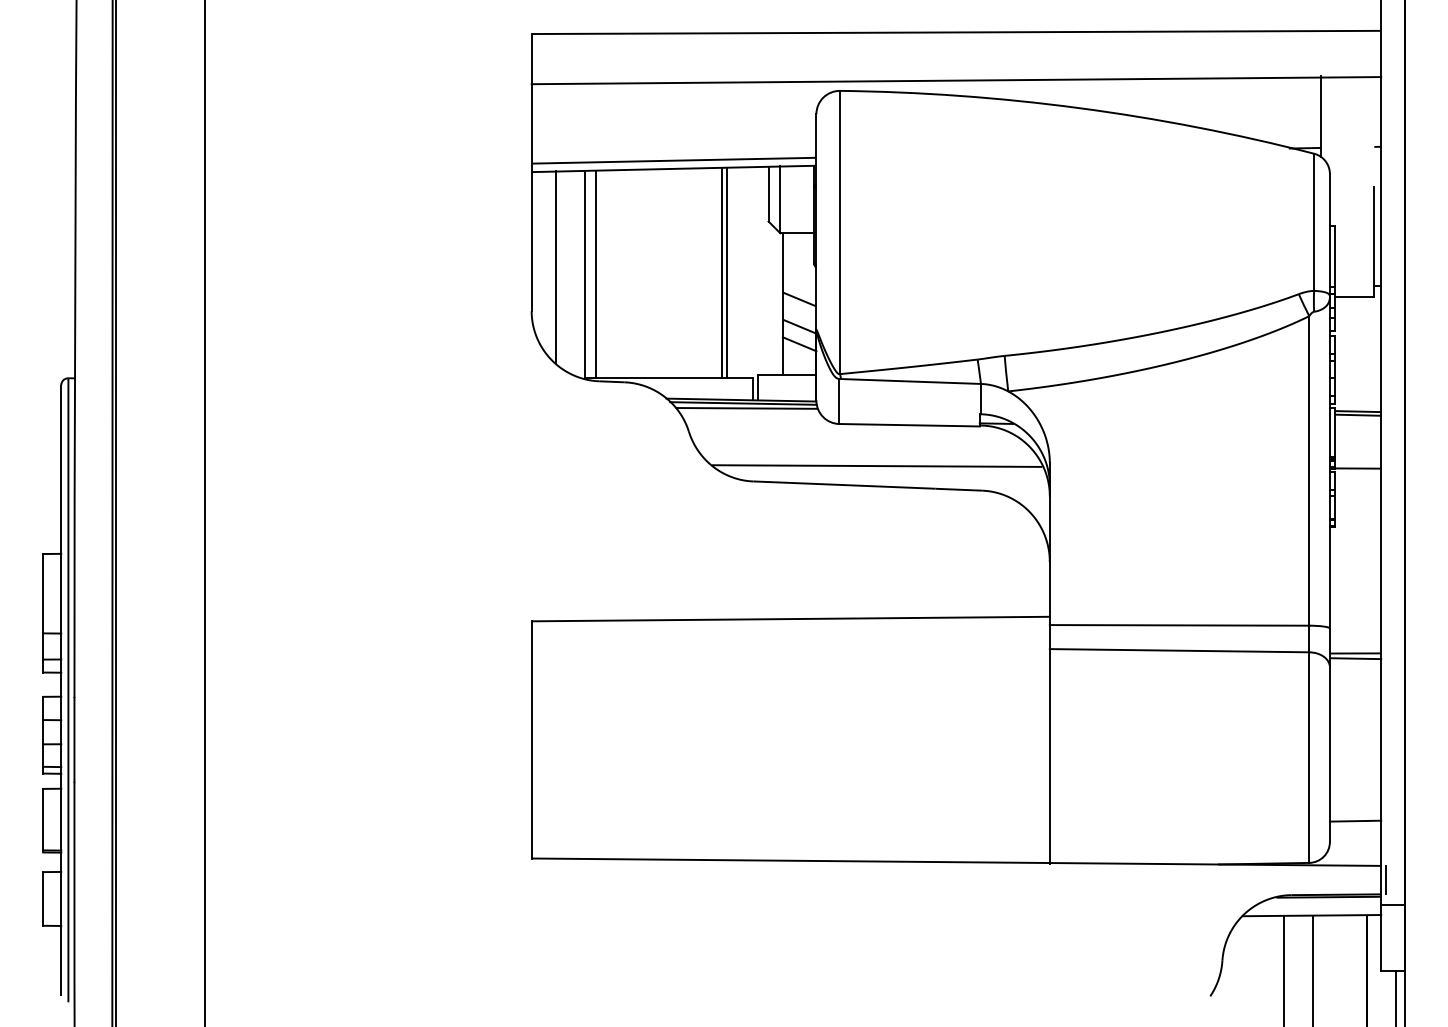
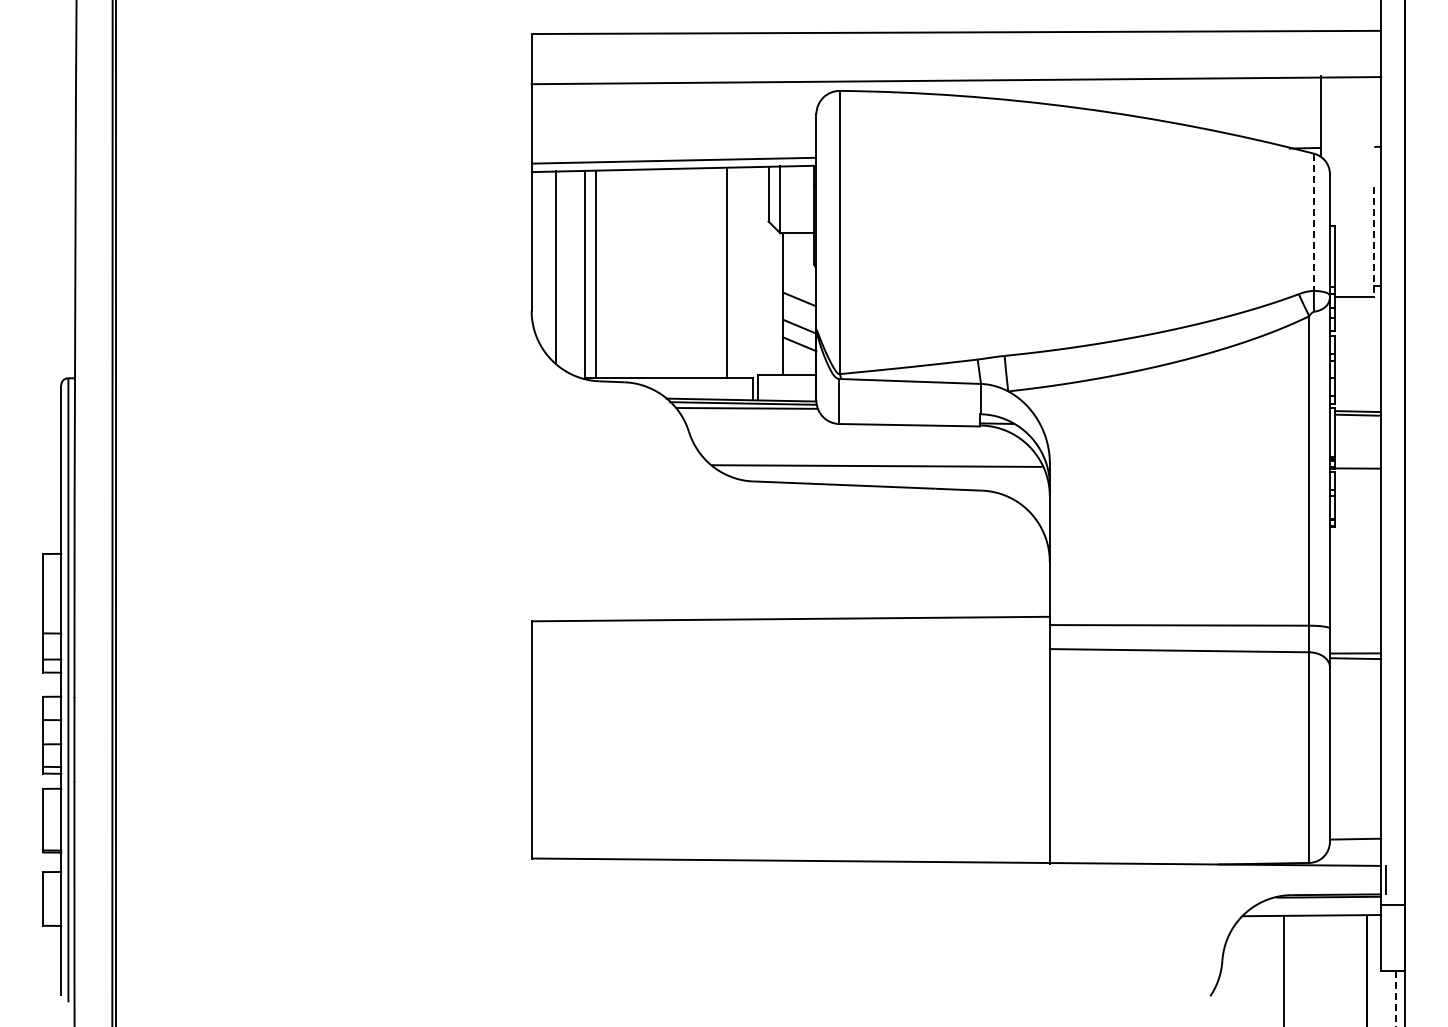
line at (1314, 222): solid -> dashed
line at (1374, 242): solid -> dashed
line at (722, 272): present -> none
line at (204, 512): present -> none
line at (1355, 820) position: (1355, 820) -> (1355, 838)
line at (1313, 969): present -> none
line at (1396, 998): solid -> dashed
